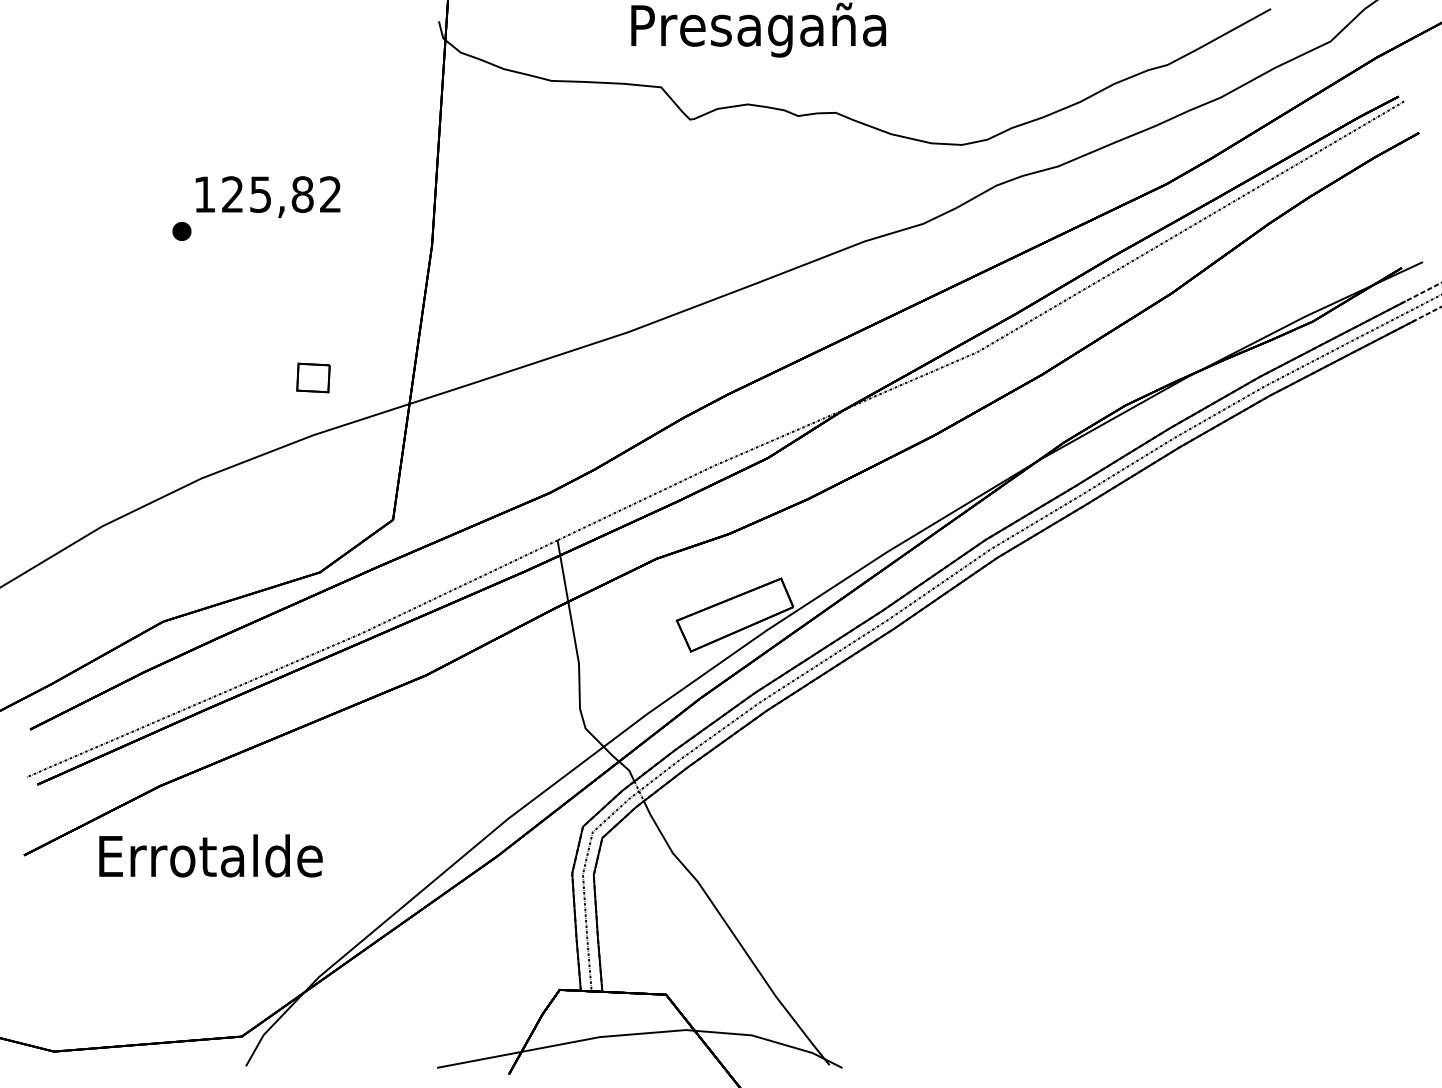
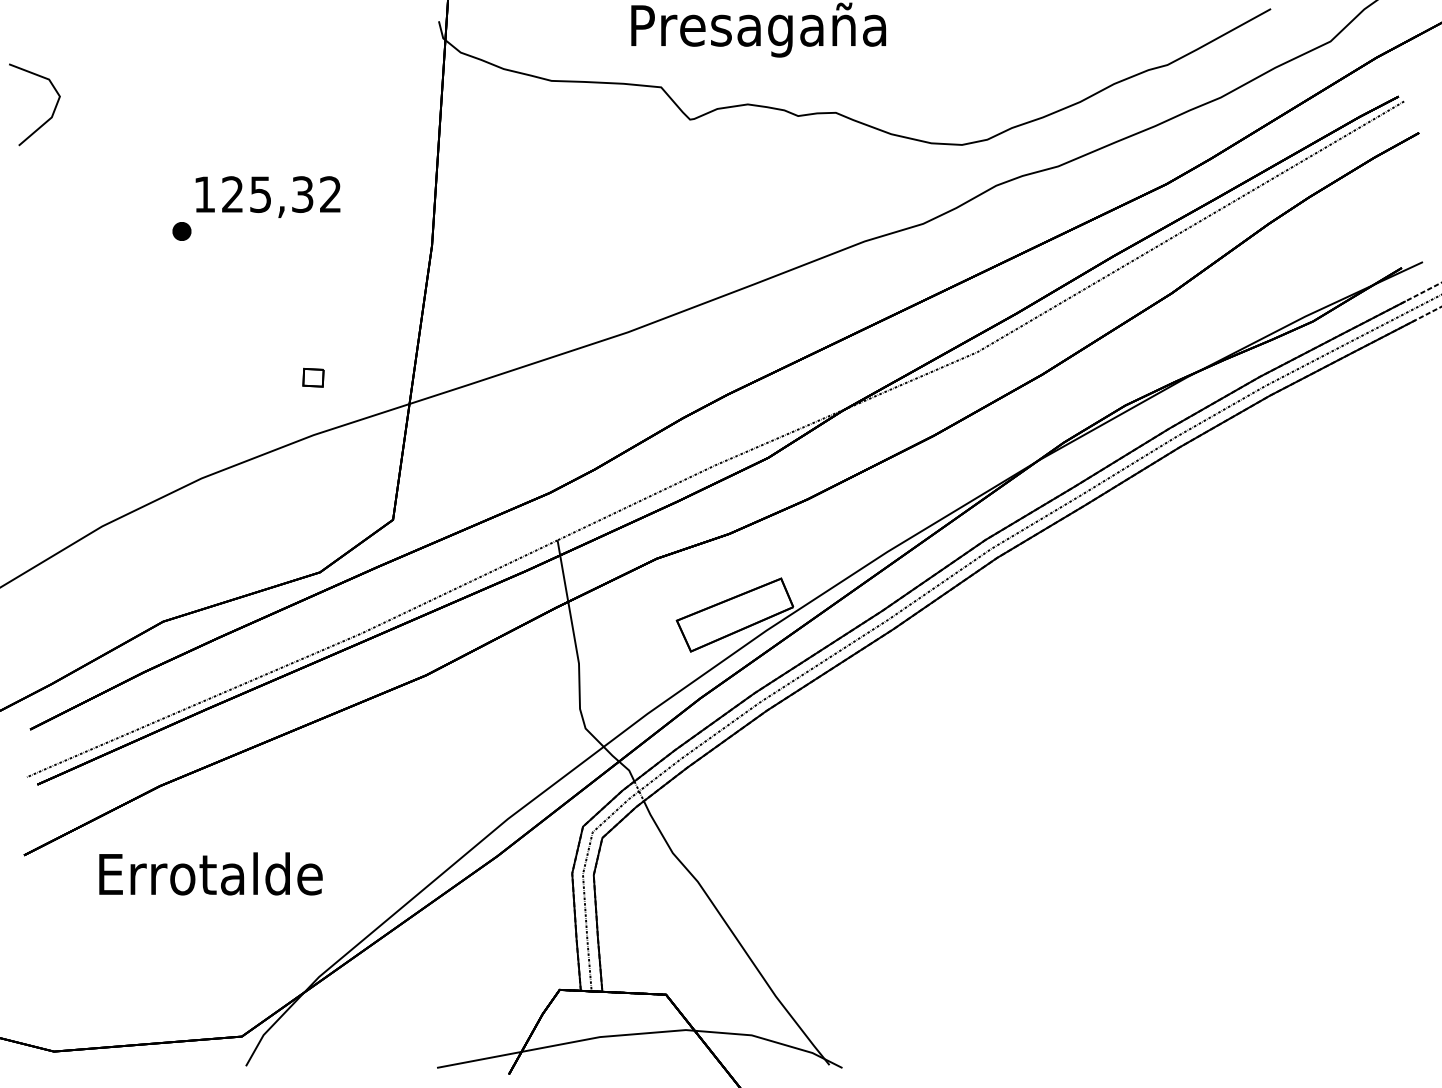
line at (52, 112): none -> present
text at (302, 194): 125,82 -> 125,32
part at (313, 377) size: 35x32 px -> 23x21 px
text at (210, 855) position: (210, 855) -> (210, 873)
